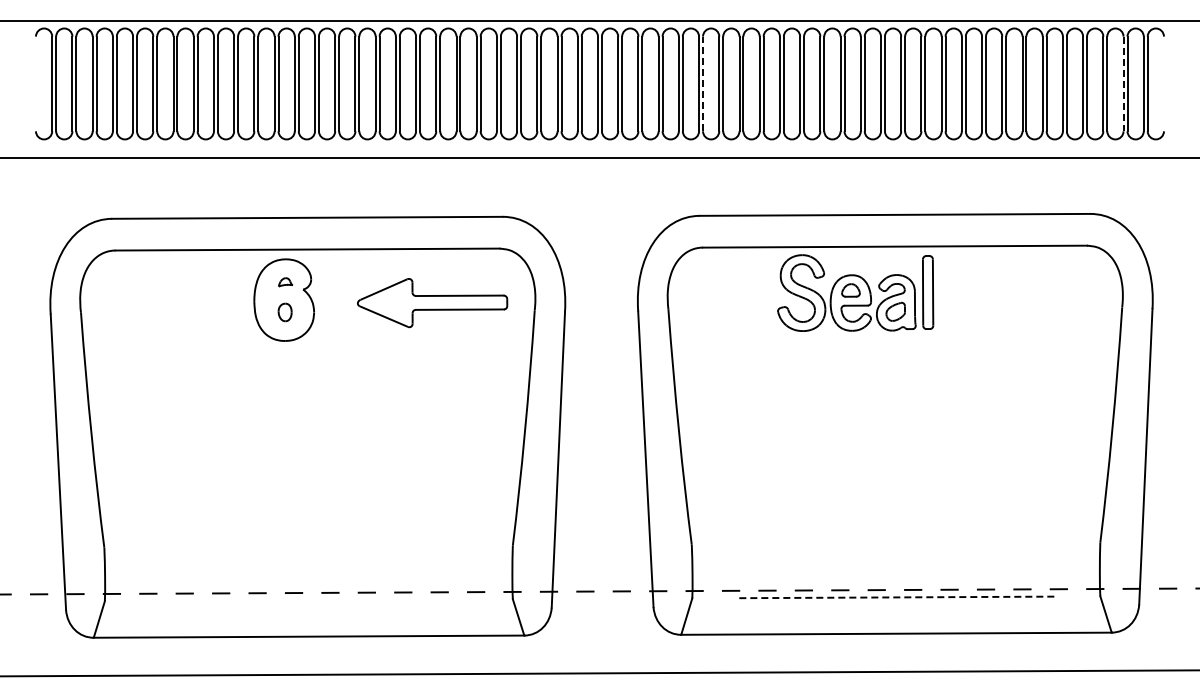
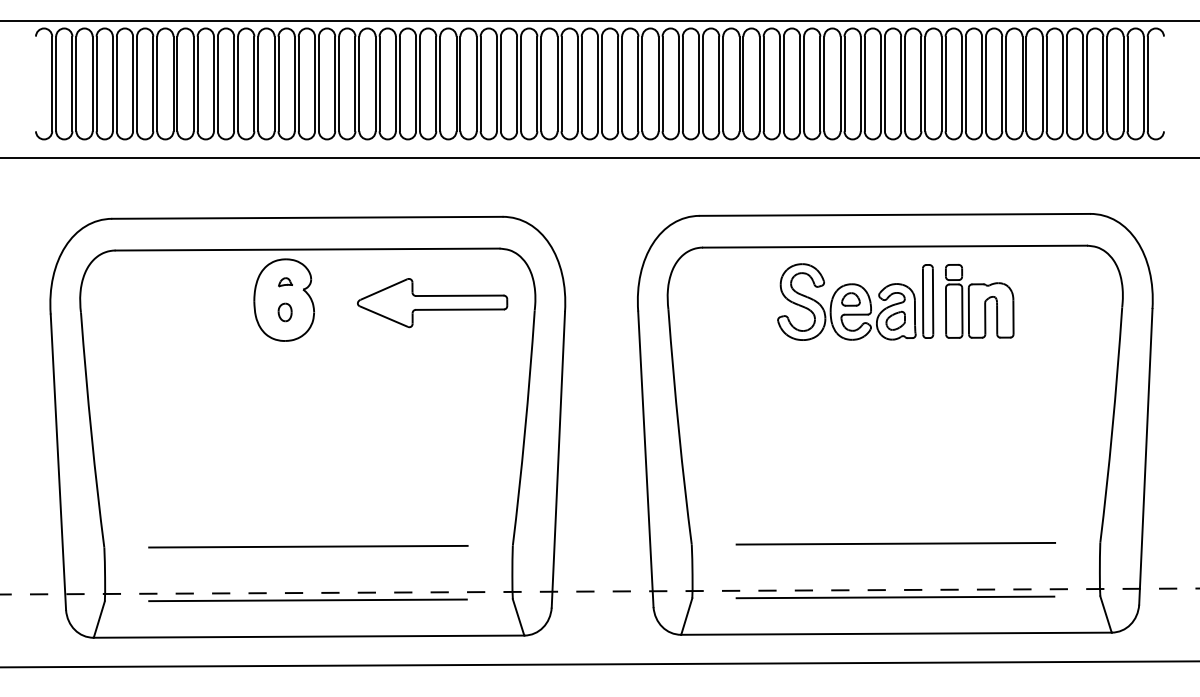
line at (703, 83): dashed -> solid
line at (1123, 84): dashed -> solid
part at (855, 292) position: (855, 292) -> (855, 301)
part at (979, 301): none -> present
line at (895, 543): none -> present
line at (308, 546): none -> present
line at (895, 597): dashed -> solid
line at (307, 600): none -> present
line at (599, 673) position: (599, 673) -> (599, 664)
